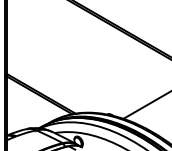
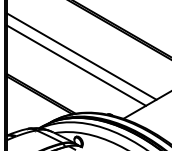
line at (81, 56): none -> present
line at (76, 65): none -> present
